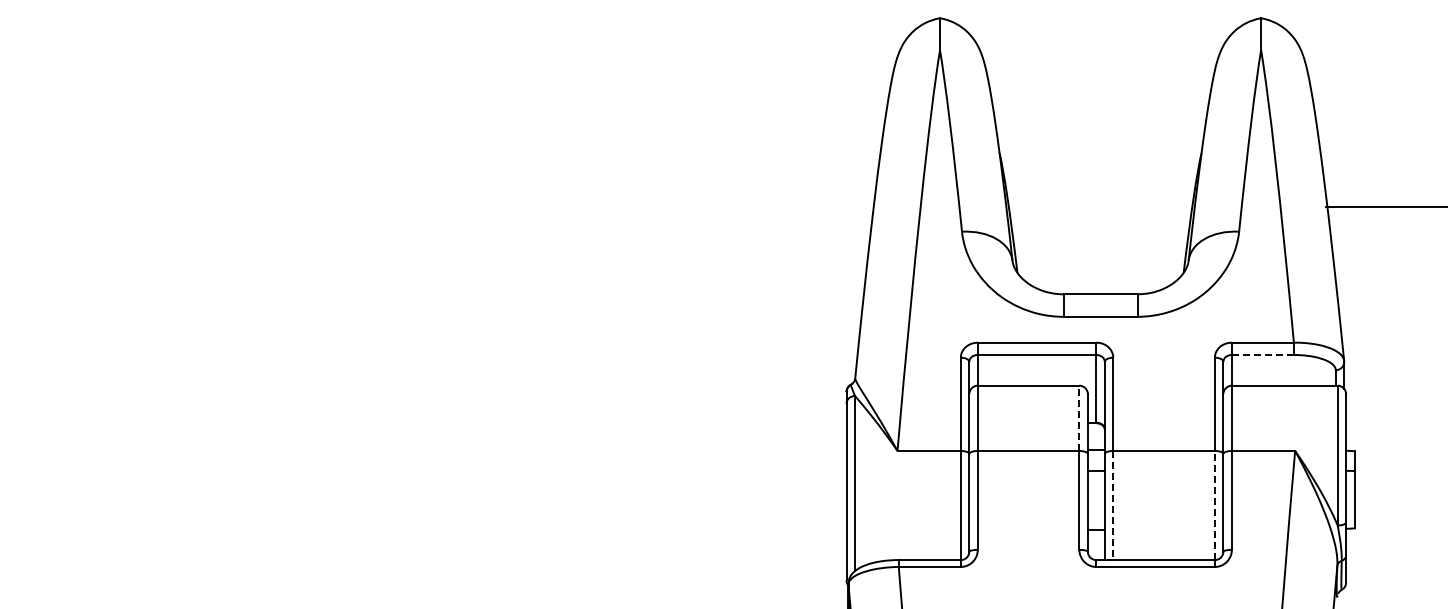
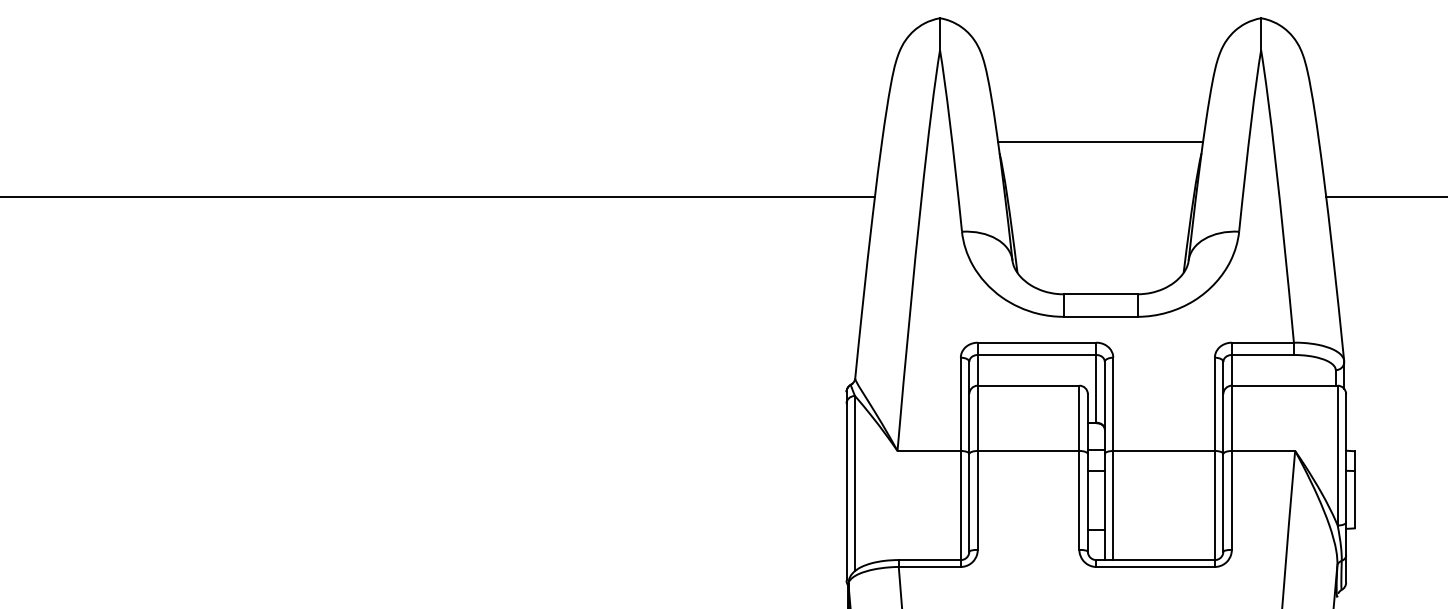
line at (1100, 142): none -> present
line at (438, 197): none -> present
line at (1385, 207) position: (1385, 207) -> (1385, 197)
line at (1263, 355): dashed -> solid
line at (1079, 418): dashed -> solid
line at (1113, 505): dashed -> solid
line at (1214, 505): dashed -> solid
